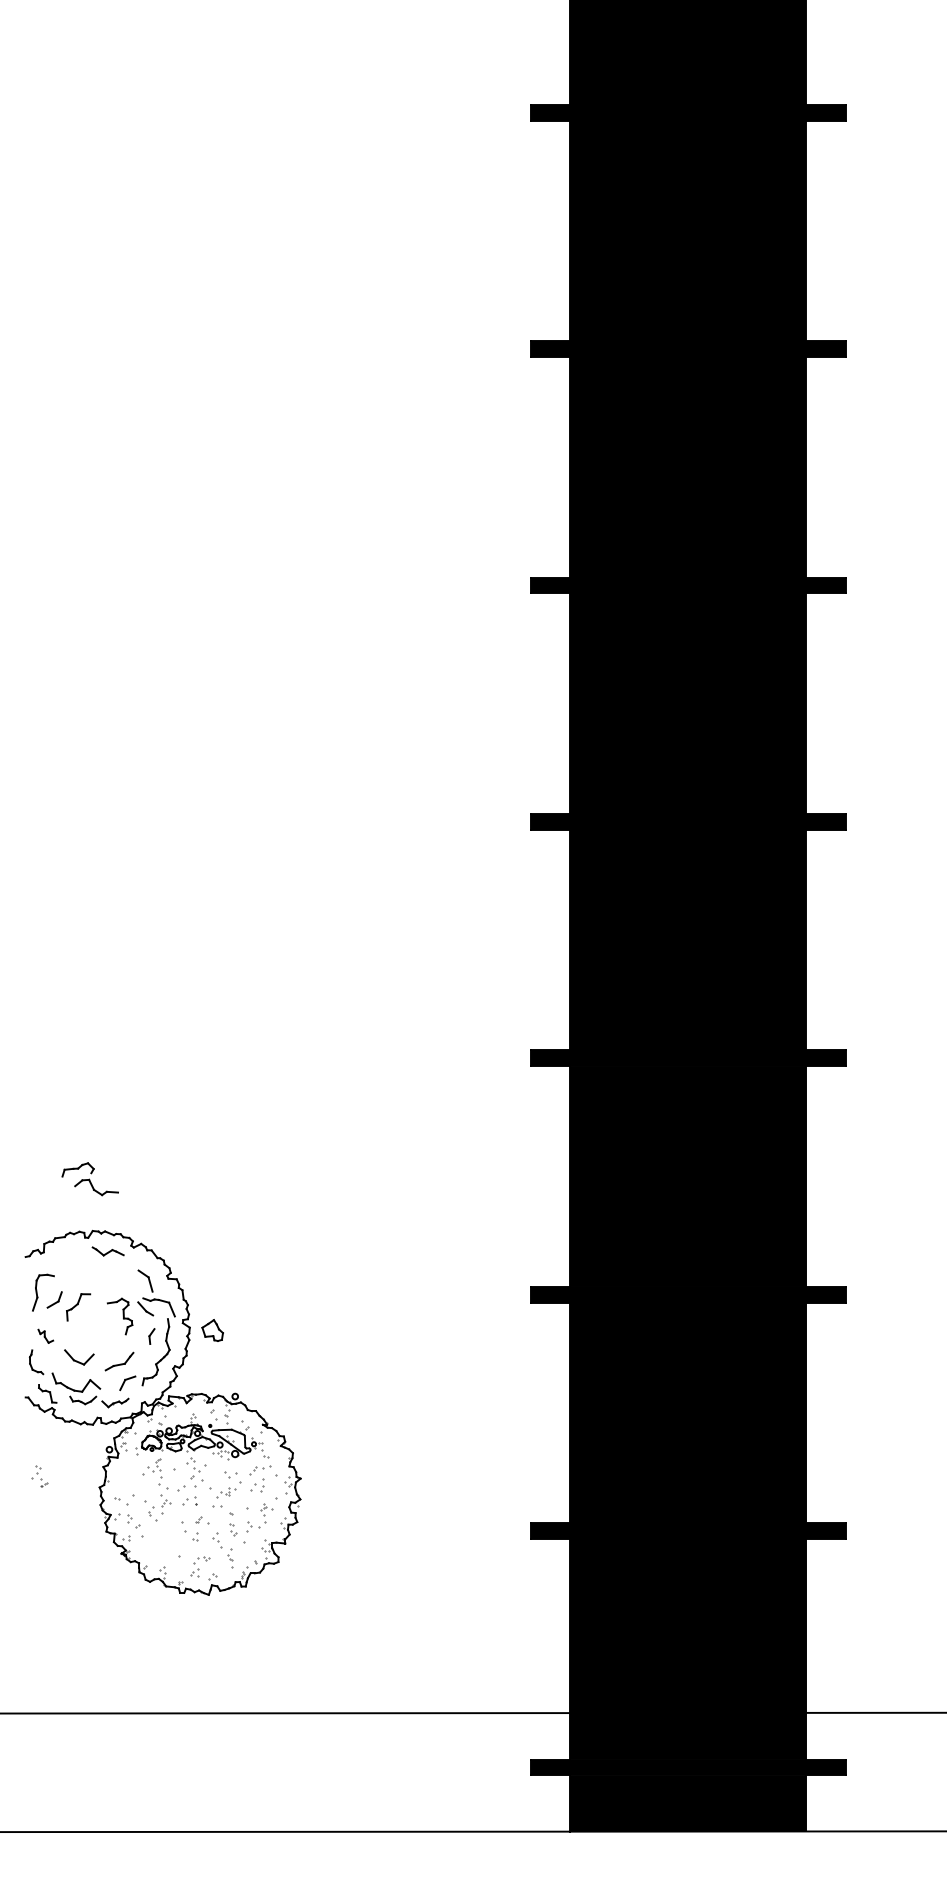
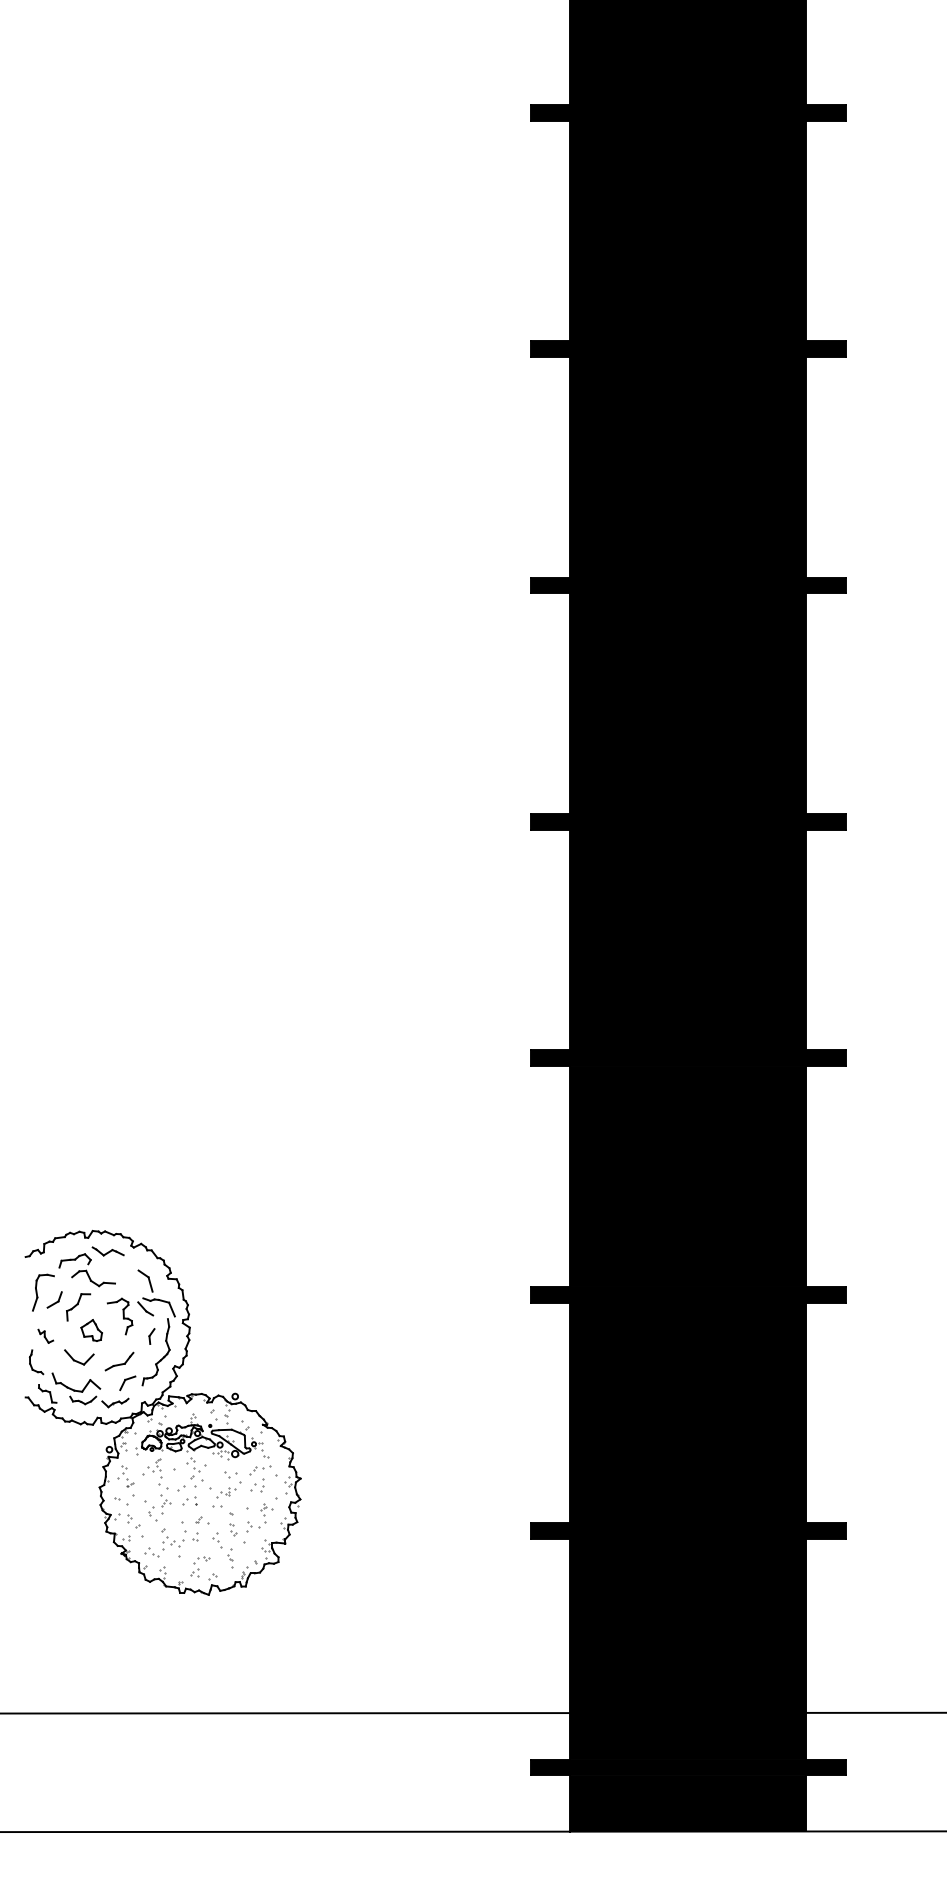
part at (89, 1179) position: (89, 1179) -> (86, 1270)
part at (212, 1330) position: (212, 1330) -> (91, 1330)
part at (39, 1476) position: (39, 1476) -> (125, 1476)
part at (164, 1542): none -> present
